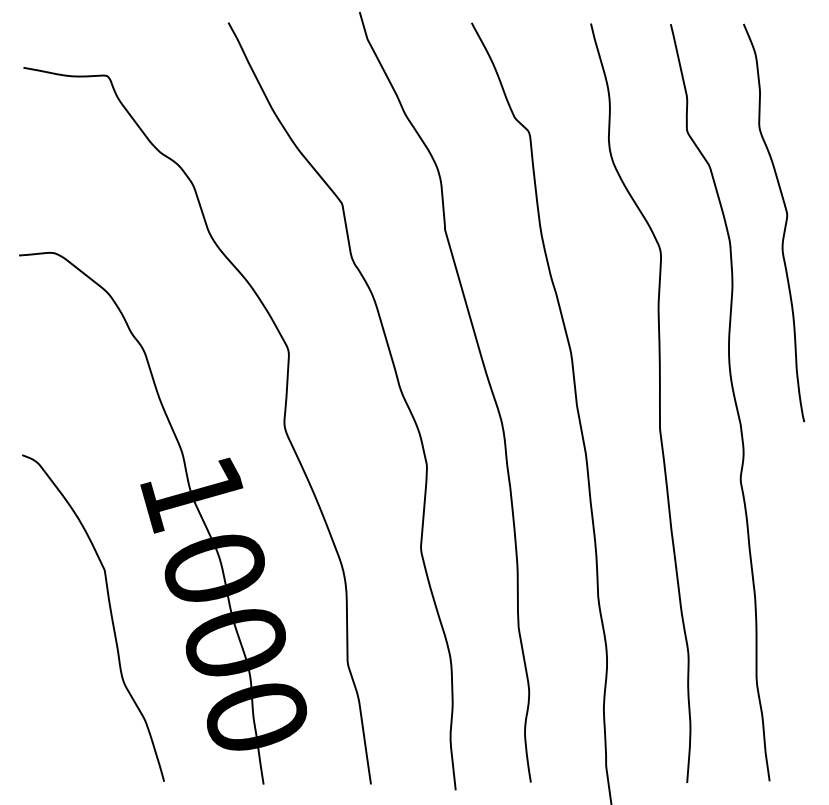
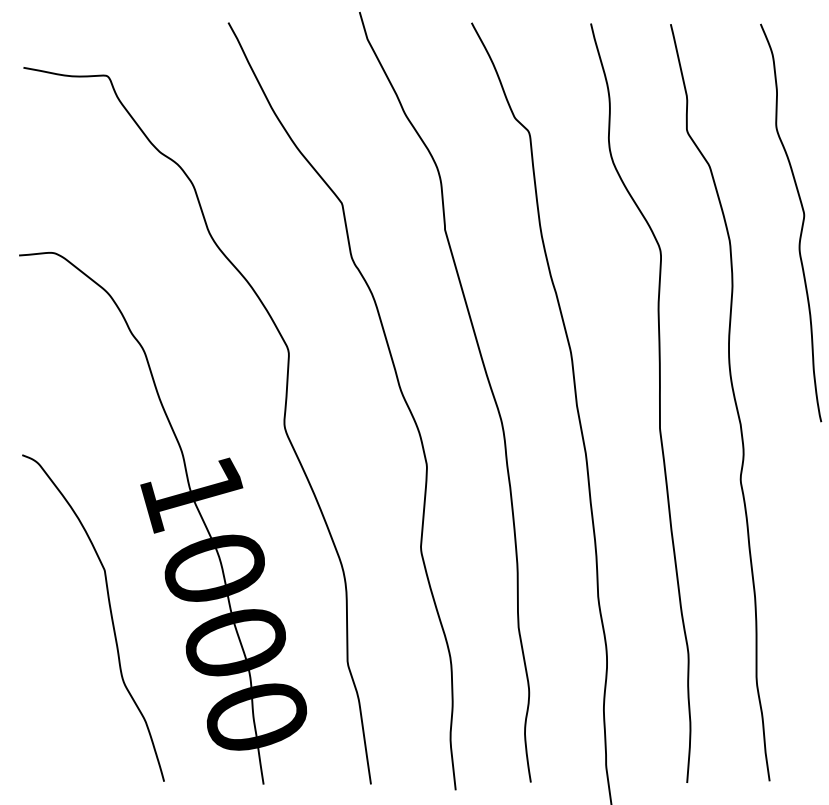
curve at (784, 225) position: (784, 225) -> (801, 225)
